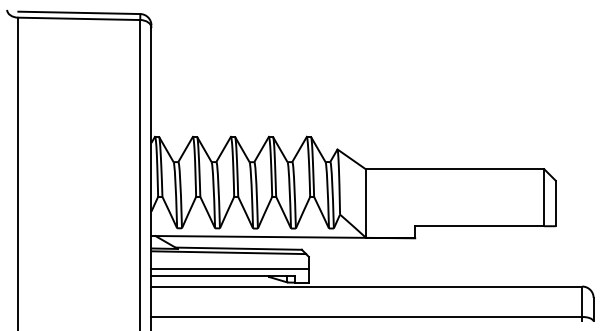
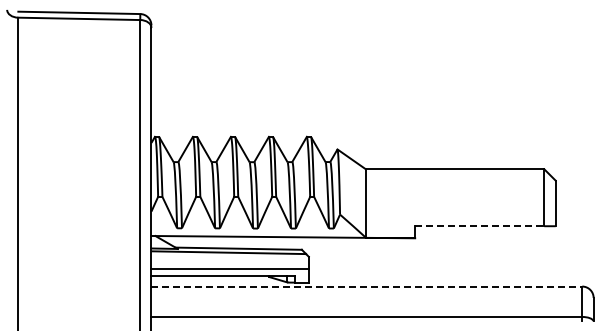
line at (479, 226): solid -> dashed
line at (367, 286): solid -> dashed
